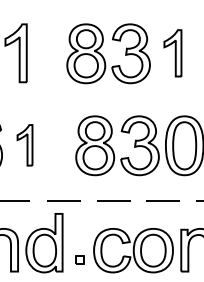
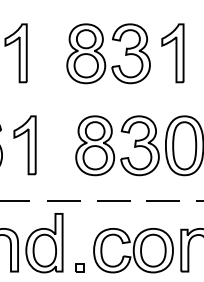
part at (172, 53) size: 20x49 px -> 24x61 px
part at (24, 145) size: 18x43 px -> 24x61 px
part at (79, 259) position: (79, 259) -> (79, 267)
